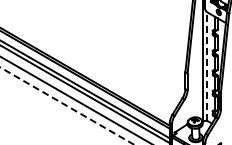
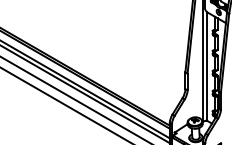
line at (207, 66): dashed -> solid
line at (66, 105): dashed -> solid
